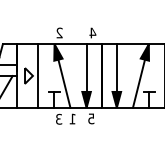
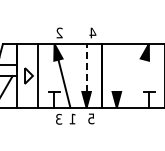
line at (116, 67): present -> none
line at (86, 68): solid -> dashed
line at (138, 83): present -> none
